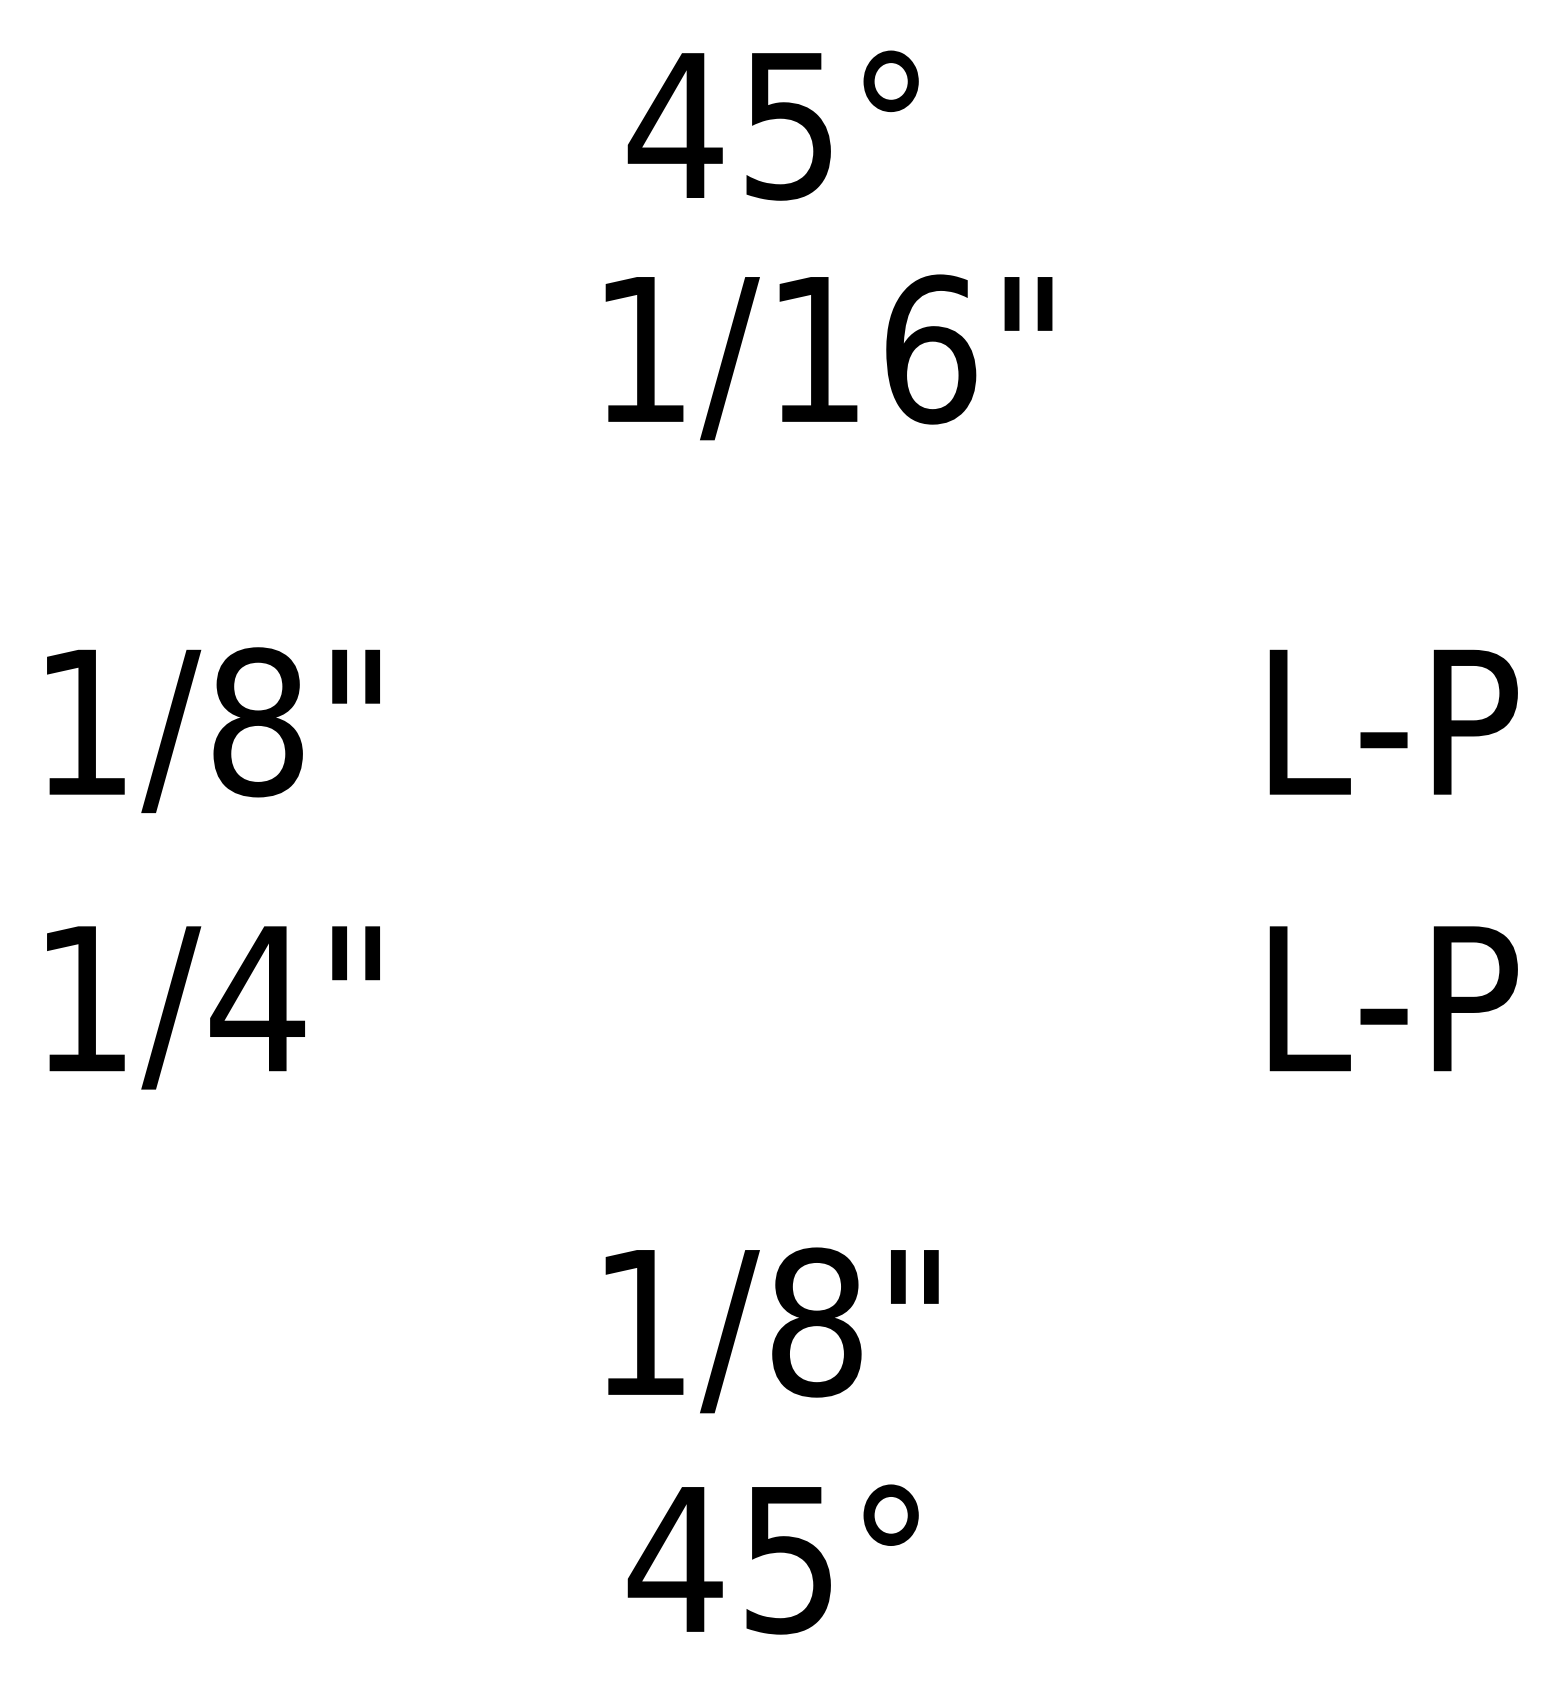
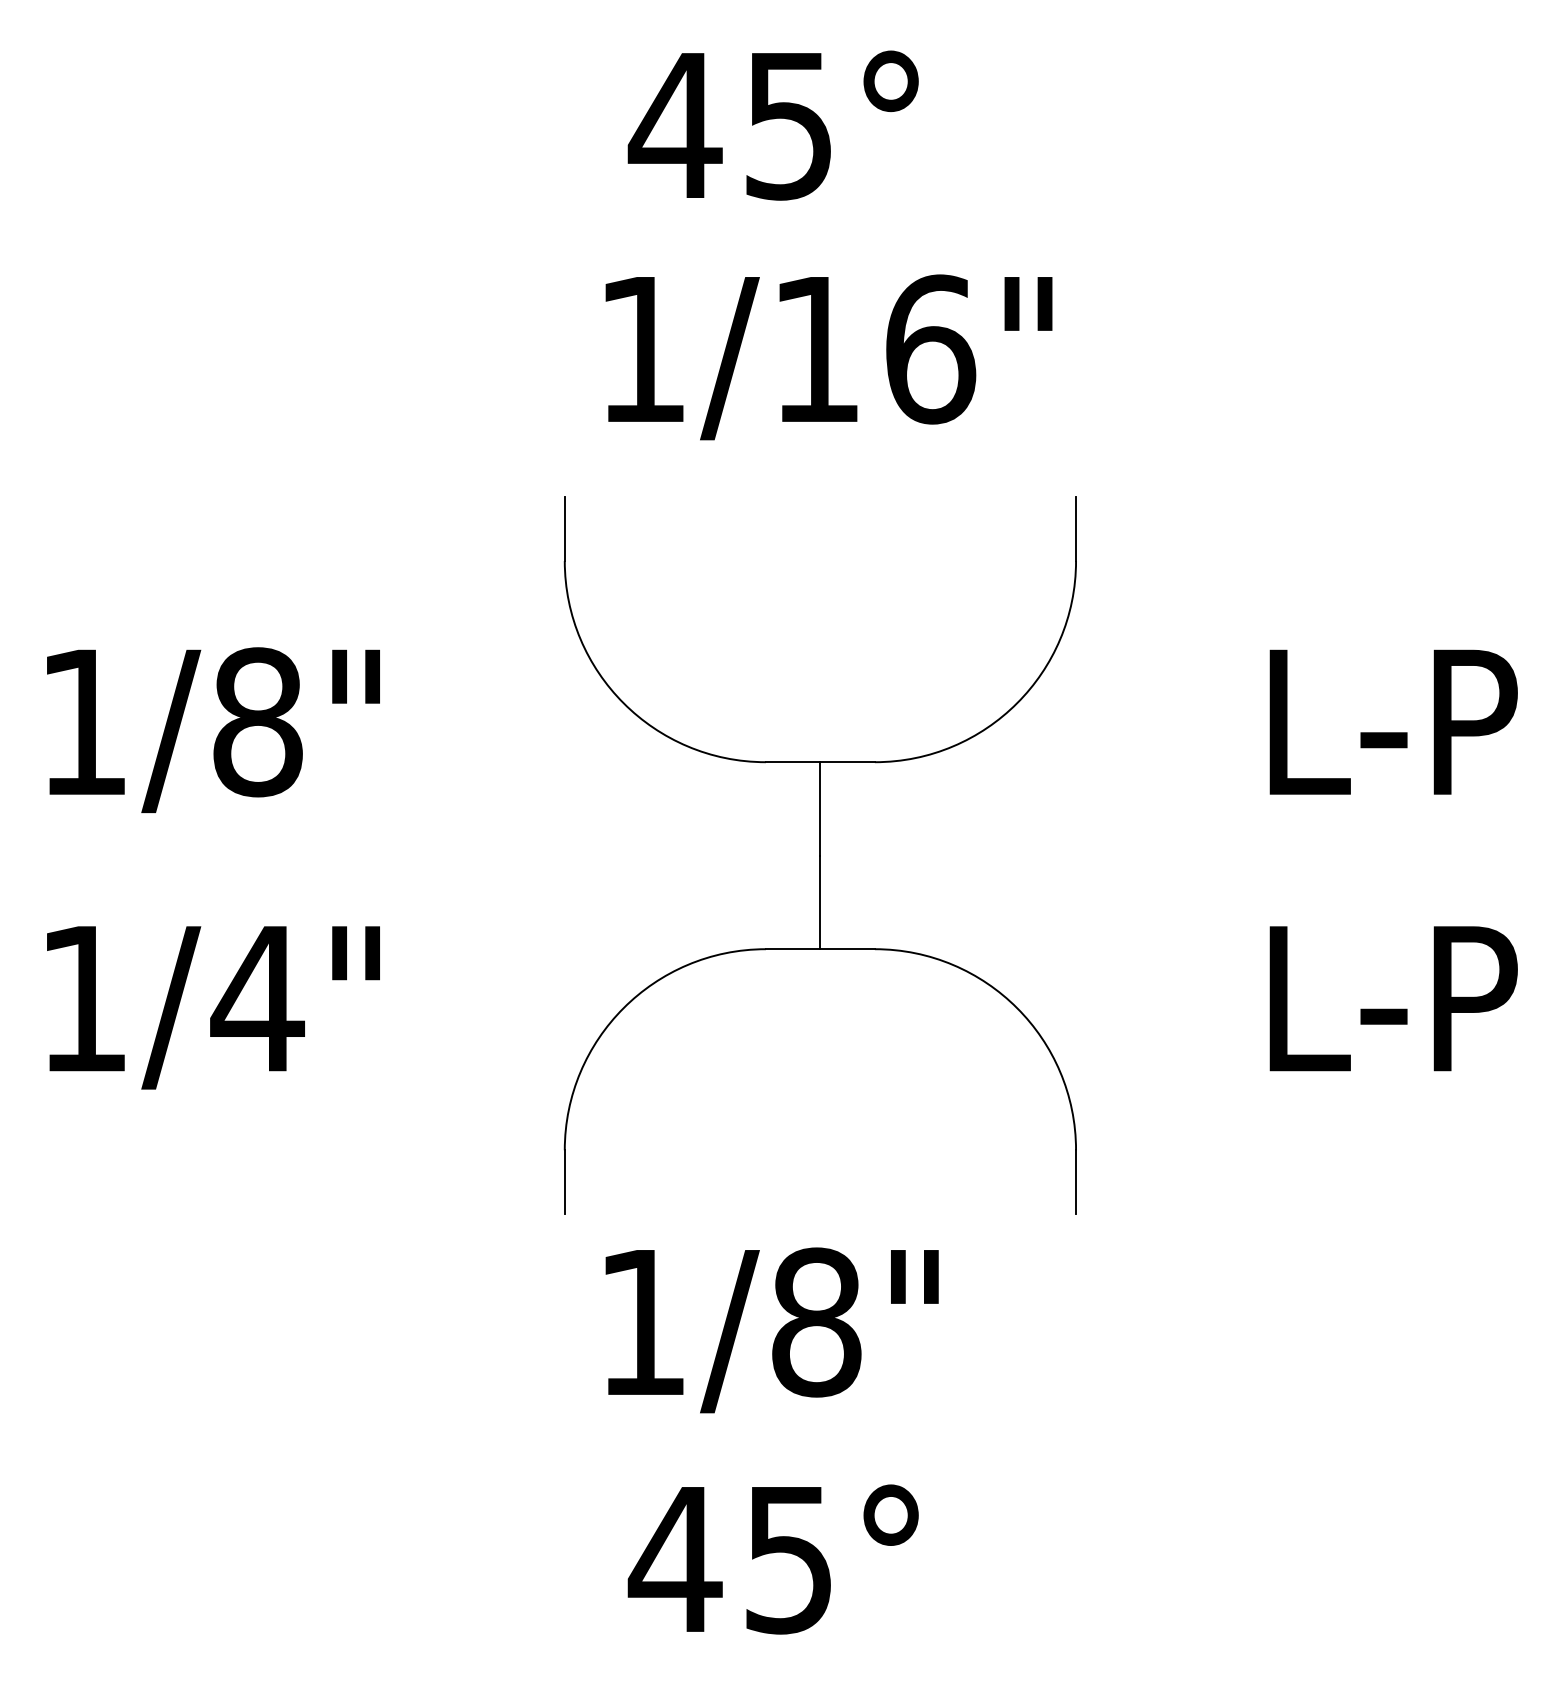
part at (819, 855): none -> present
